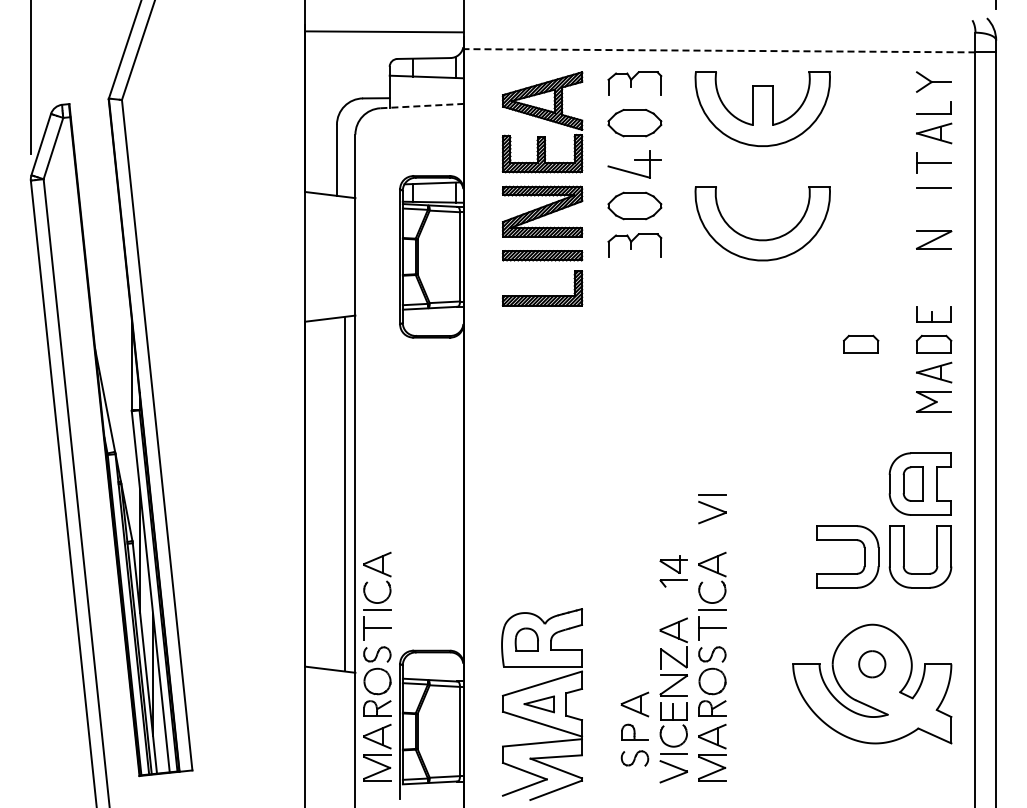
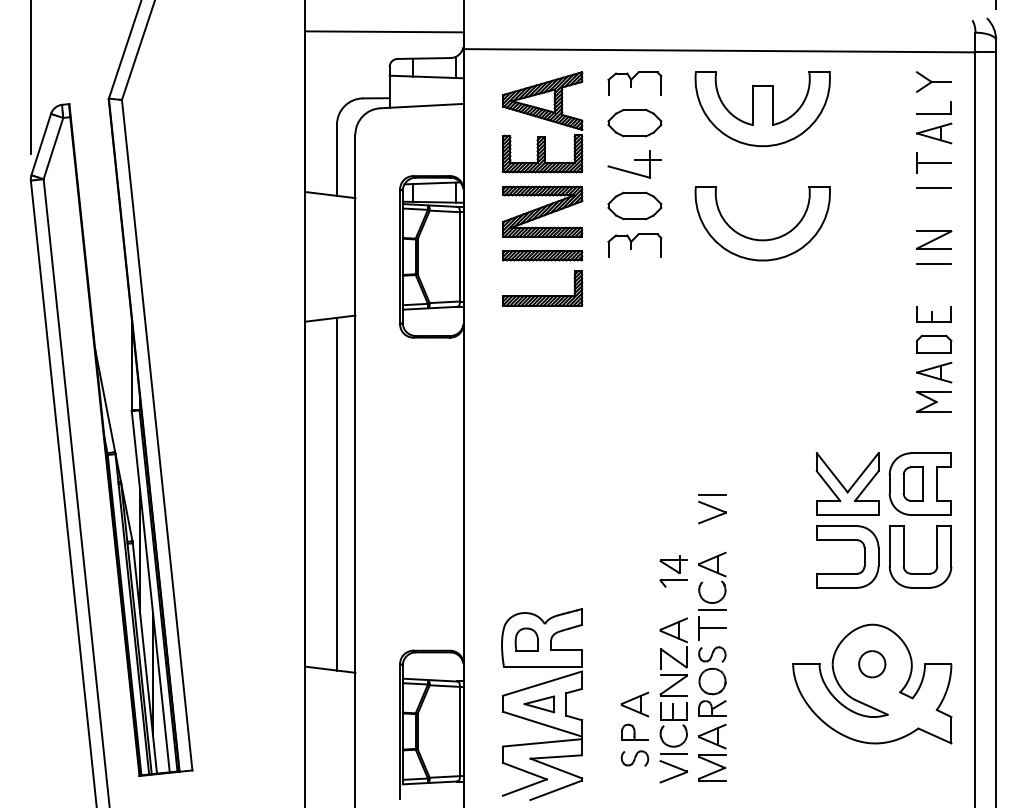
line at (719, 50): dashed -> solid
line at (421, 106): dashed -> solid
line at (934, 264): none -> present
part at (861, 343): present -> none
part at (847, 483): none -> present
line at (344, 493) position: (344, 493) -> (336, 493)
part at (377, 666): present -> none
